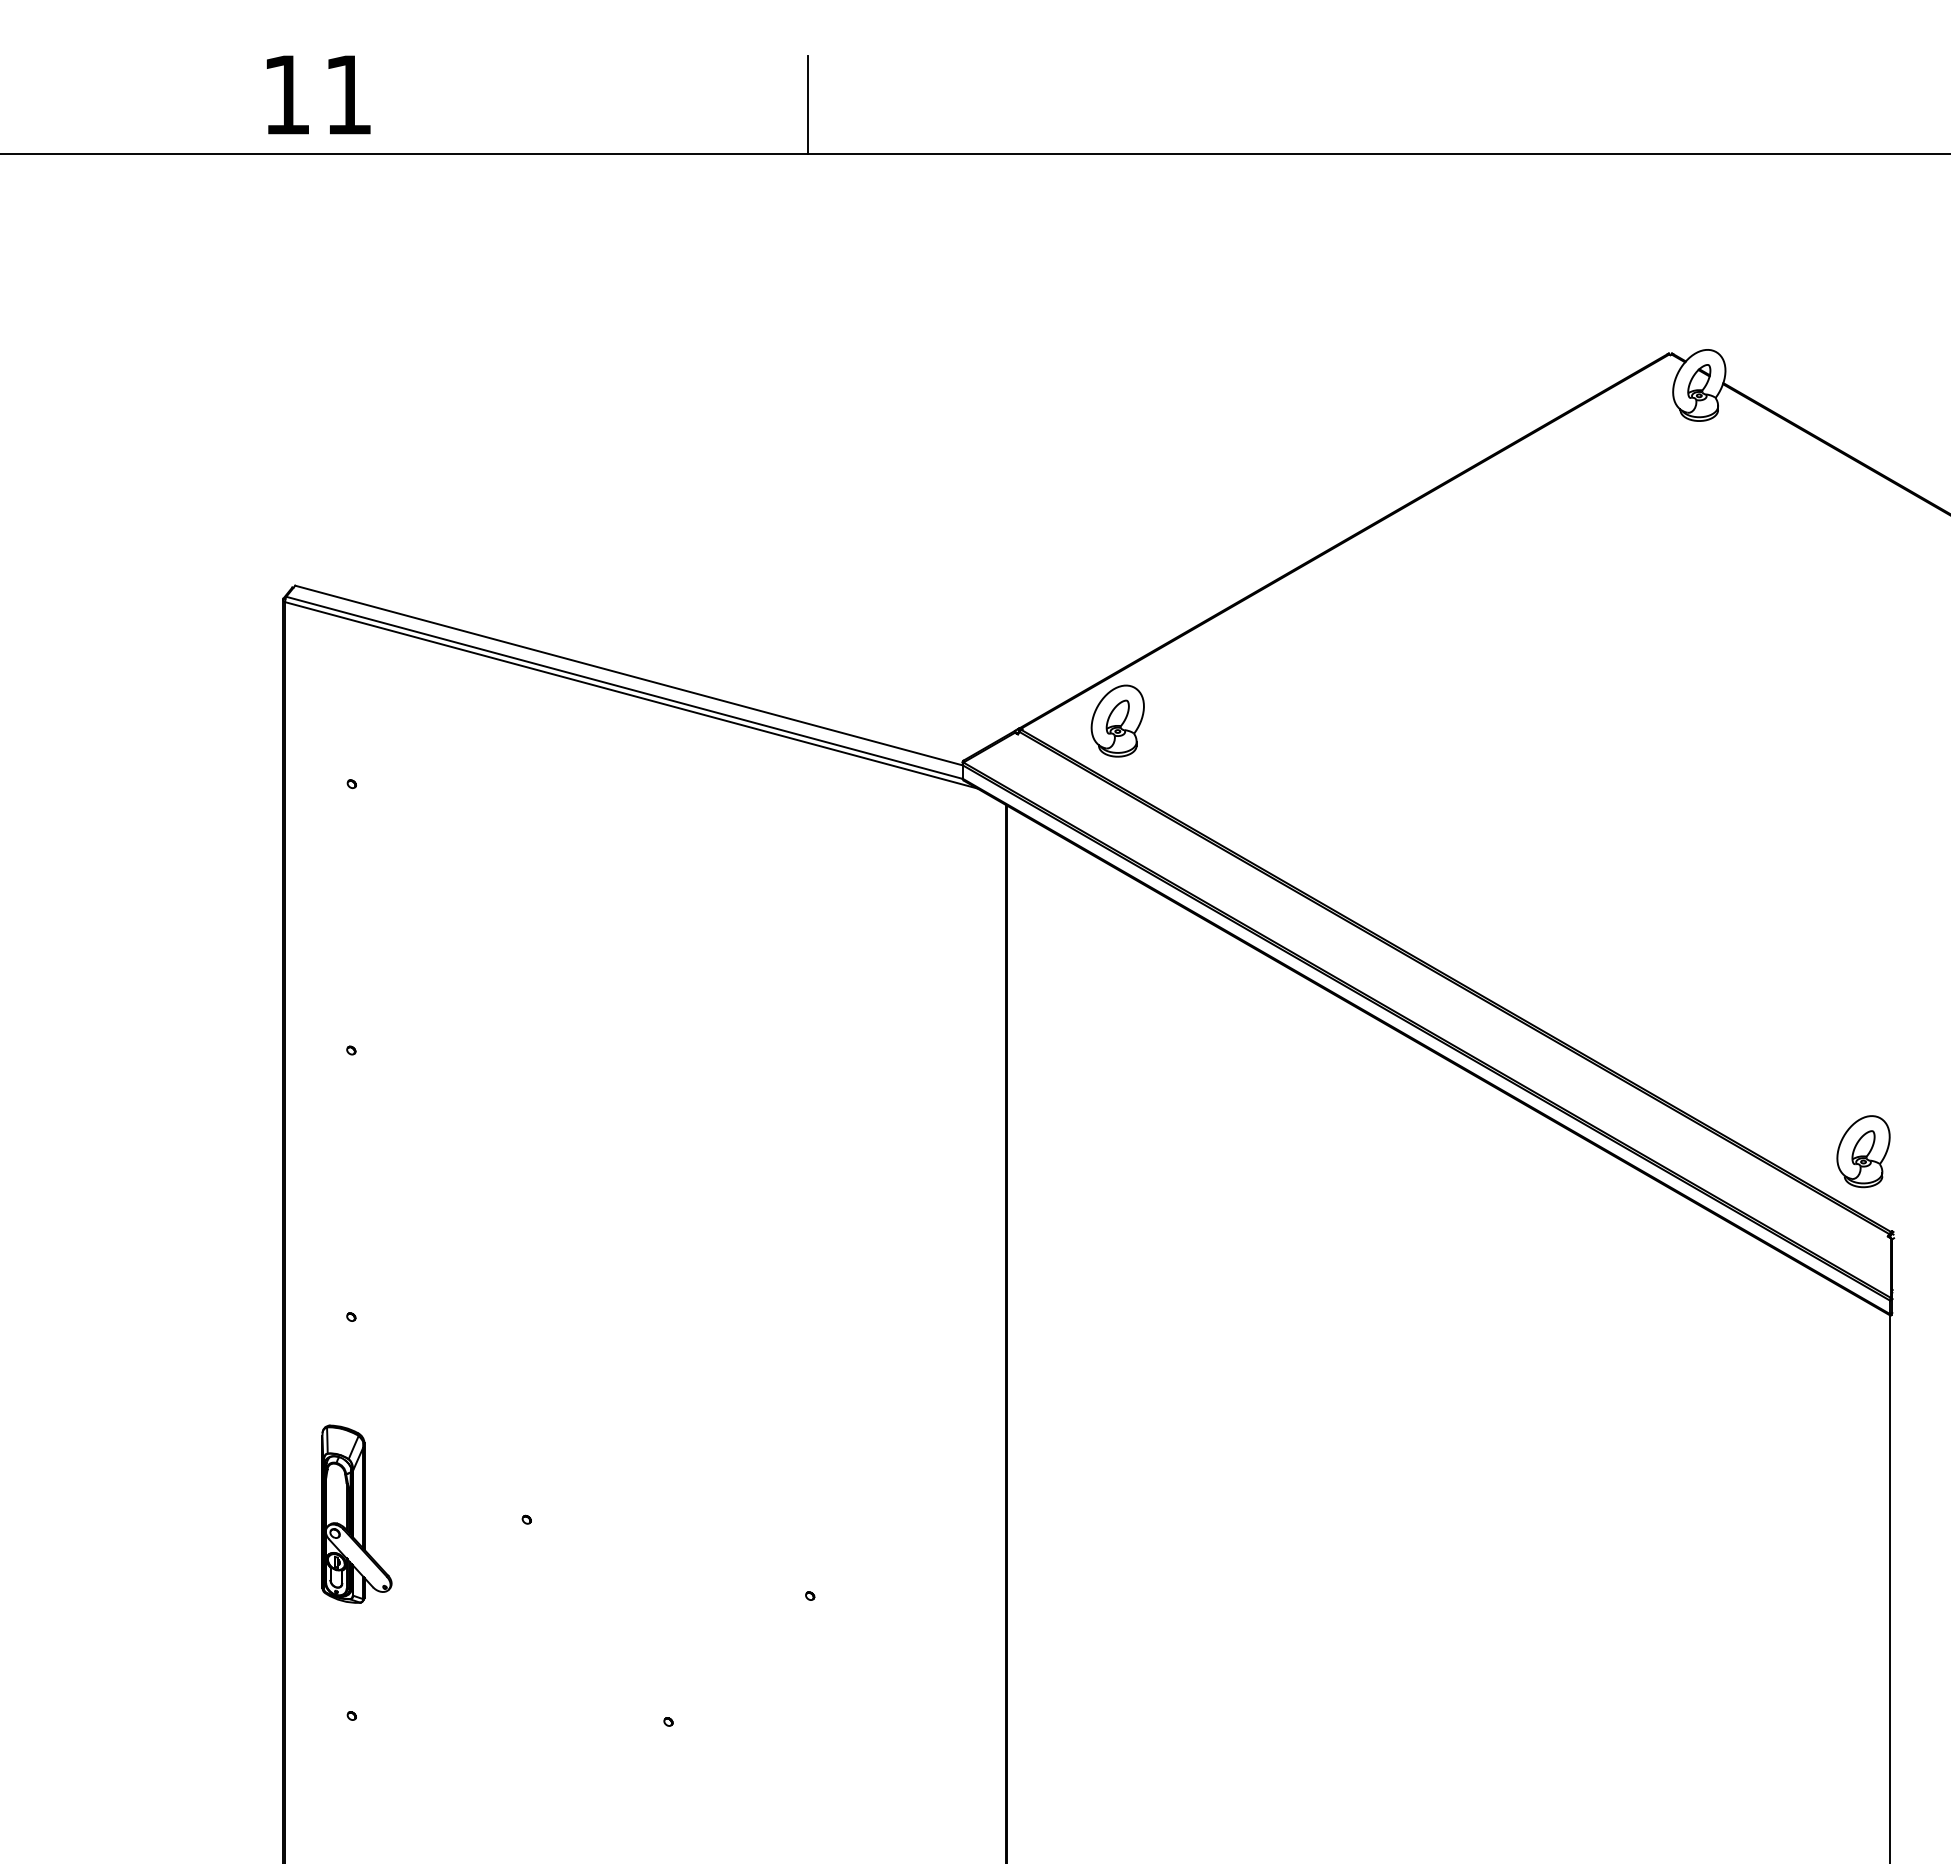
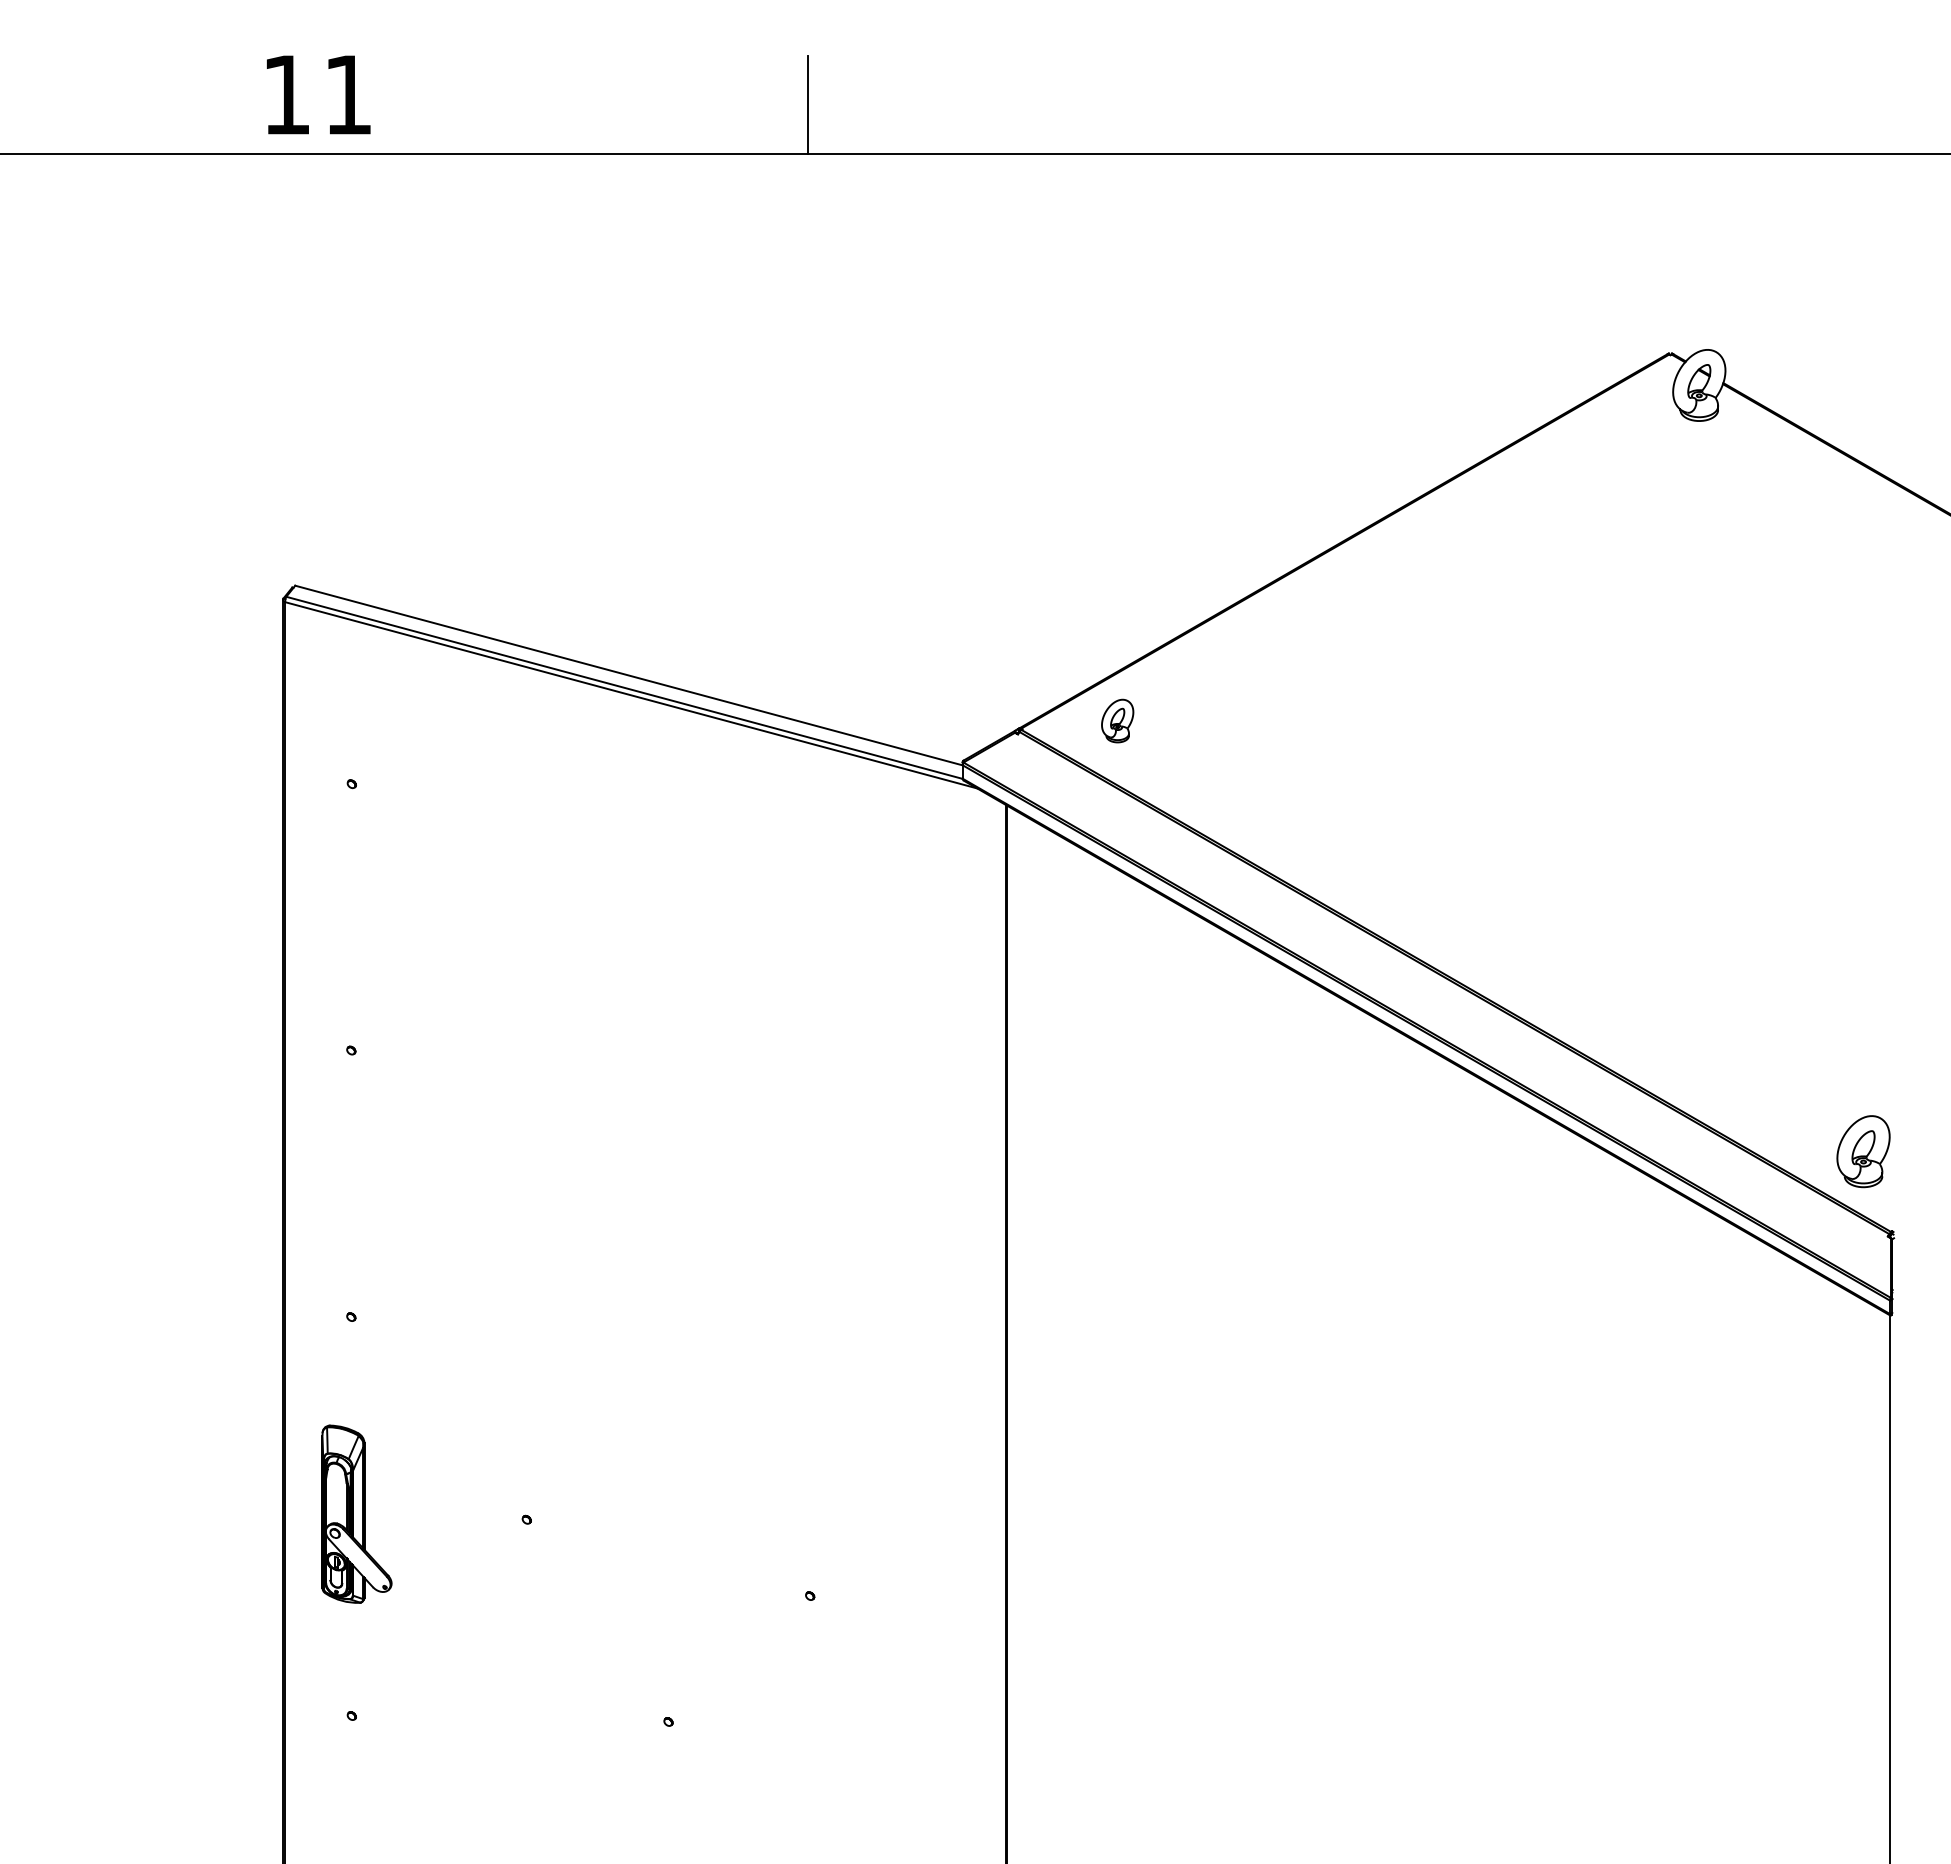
part at (1117, 720) size: 55x74 px -> 34x46 px
